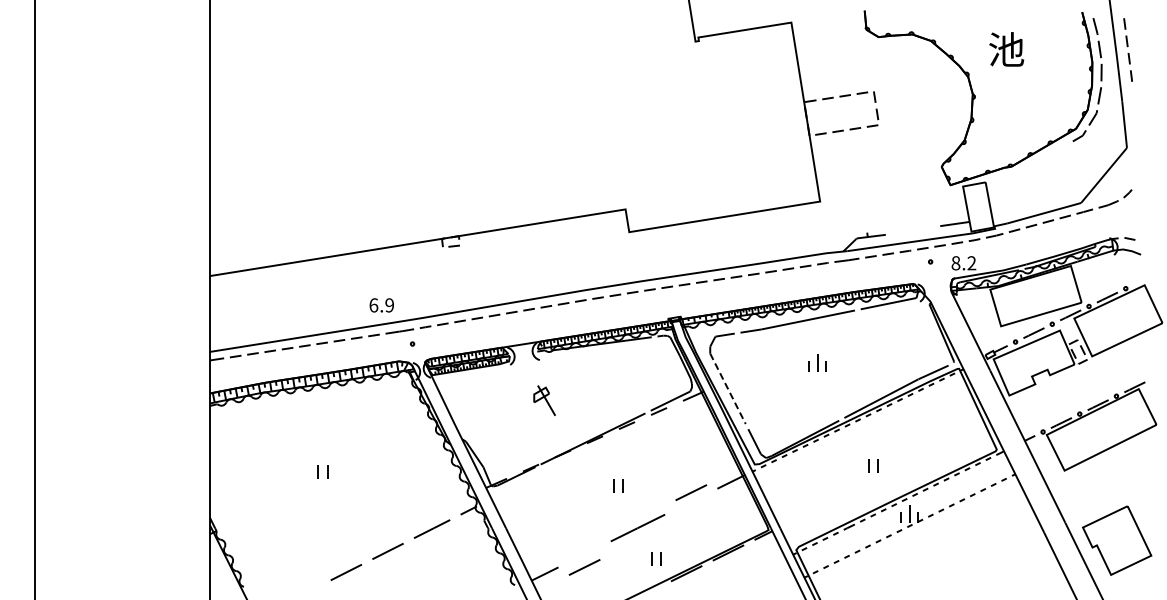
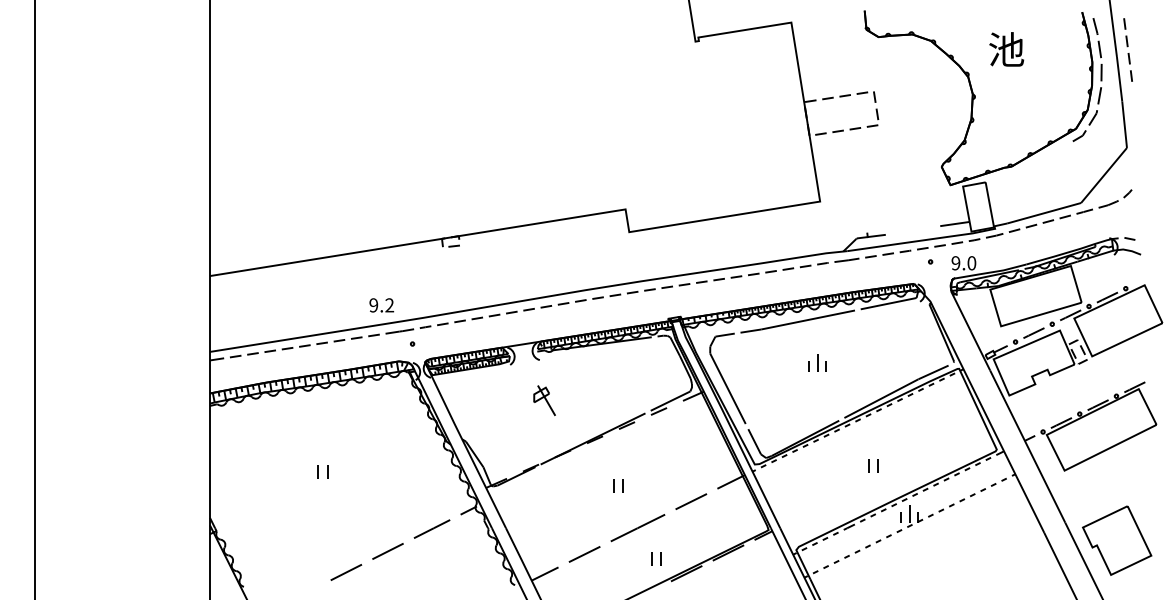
text at (963, 263): 8.2 -> 9.0
text at (381, 305): 6.9 -> 9.2
line at (728, 389): dashed -> solid
line at (691, 492) position: (691, 492) -> (691, 501)
line at (584, 567) position: (584, 567) -> (584, 554)
